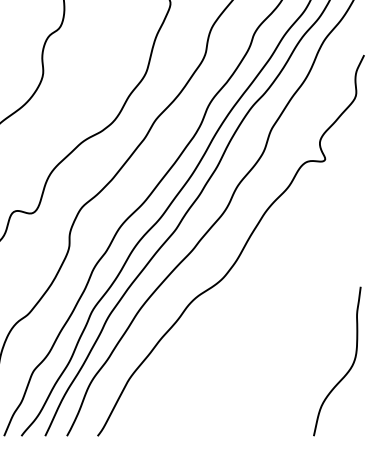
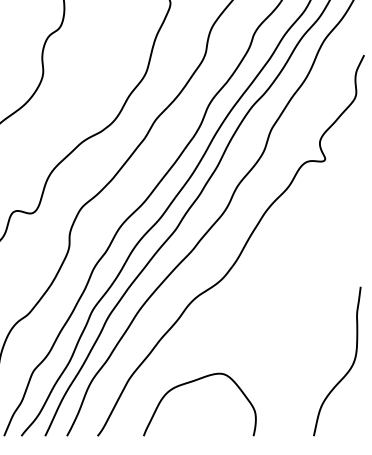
curve at (192, 382): none -> present
